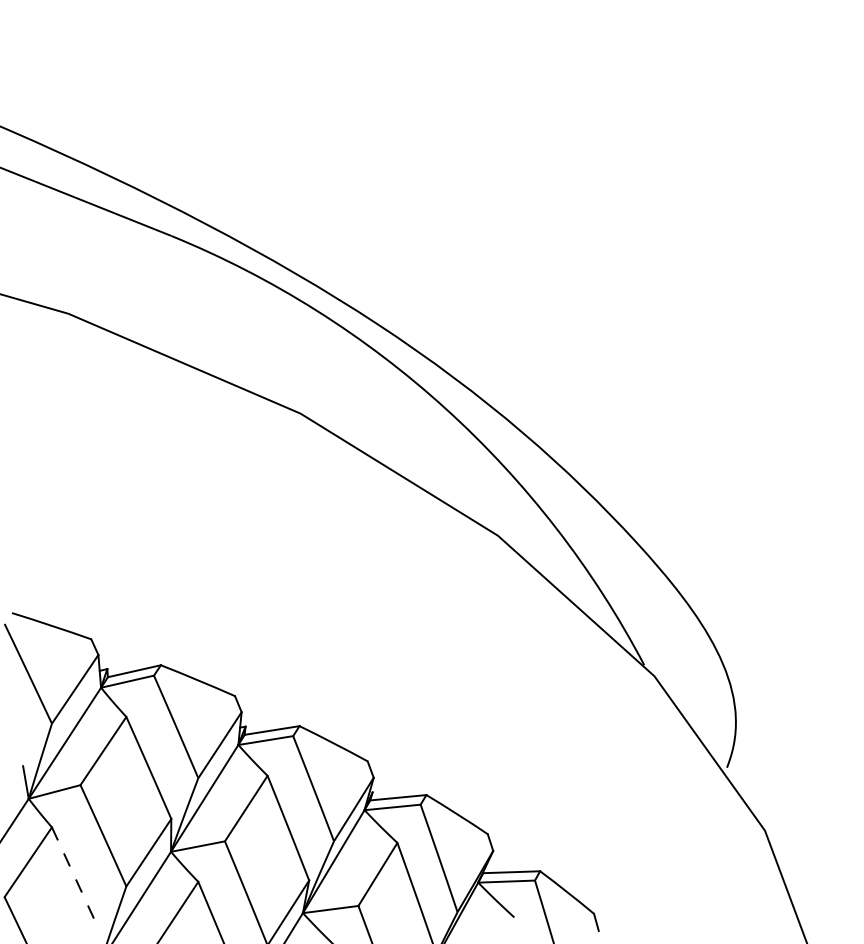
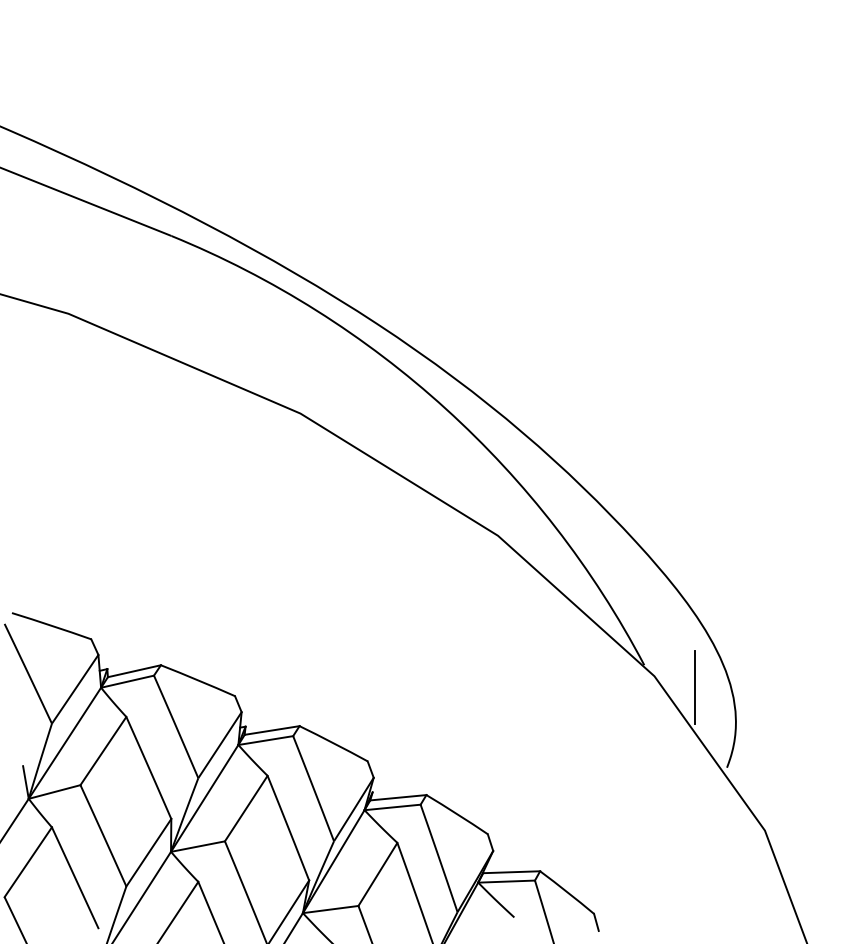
line at (694, 686): none -> present
line at (75, 877): dashed -> solid
